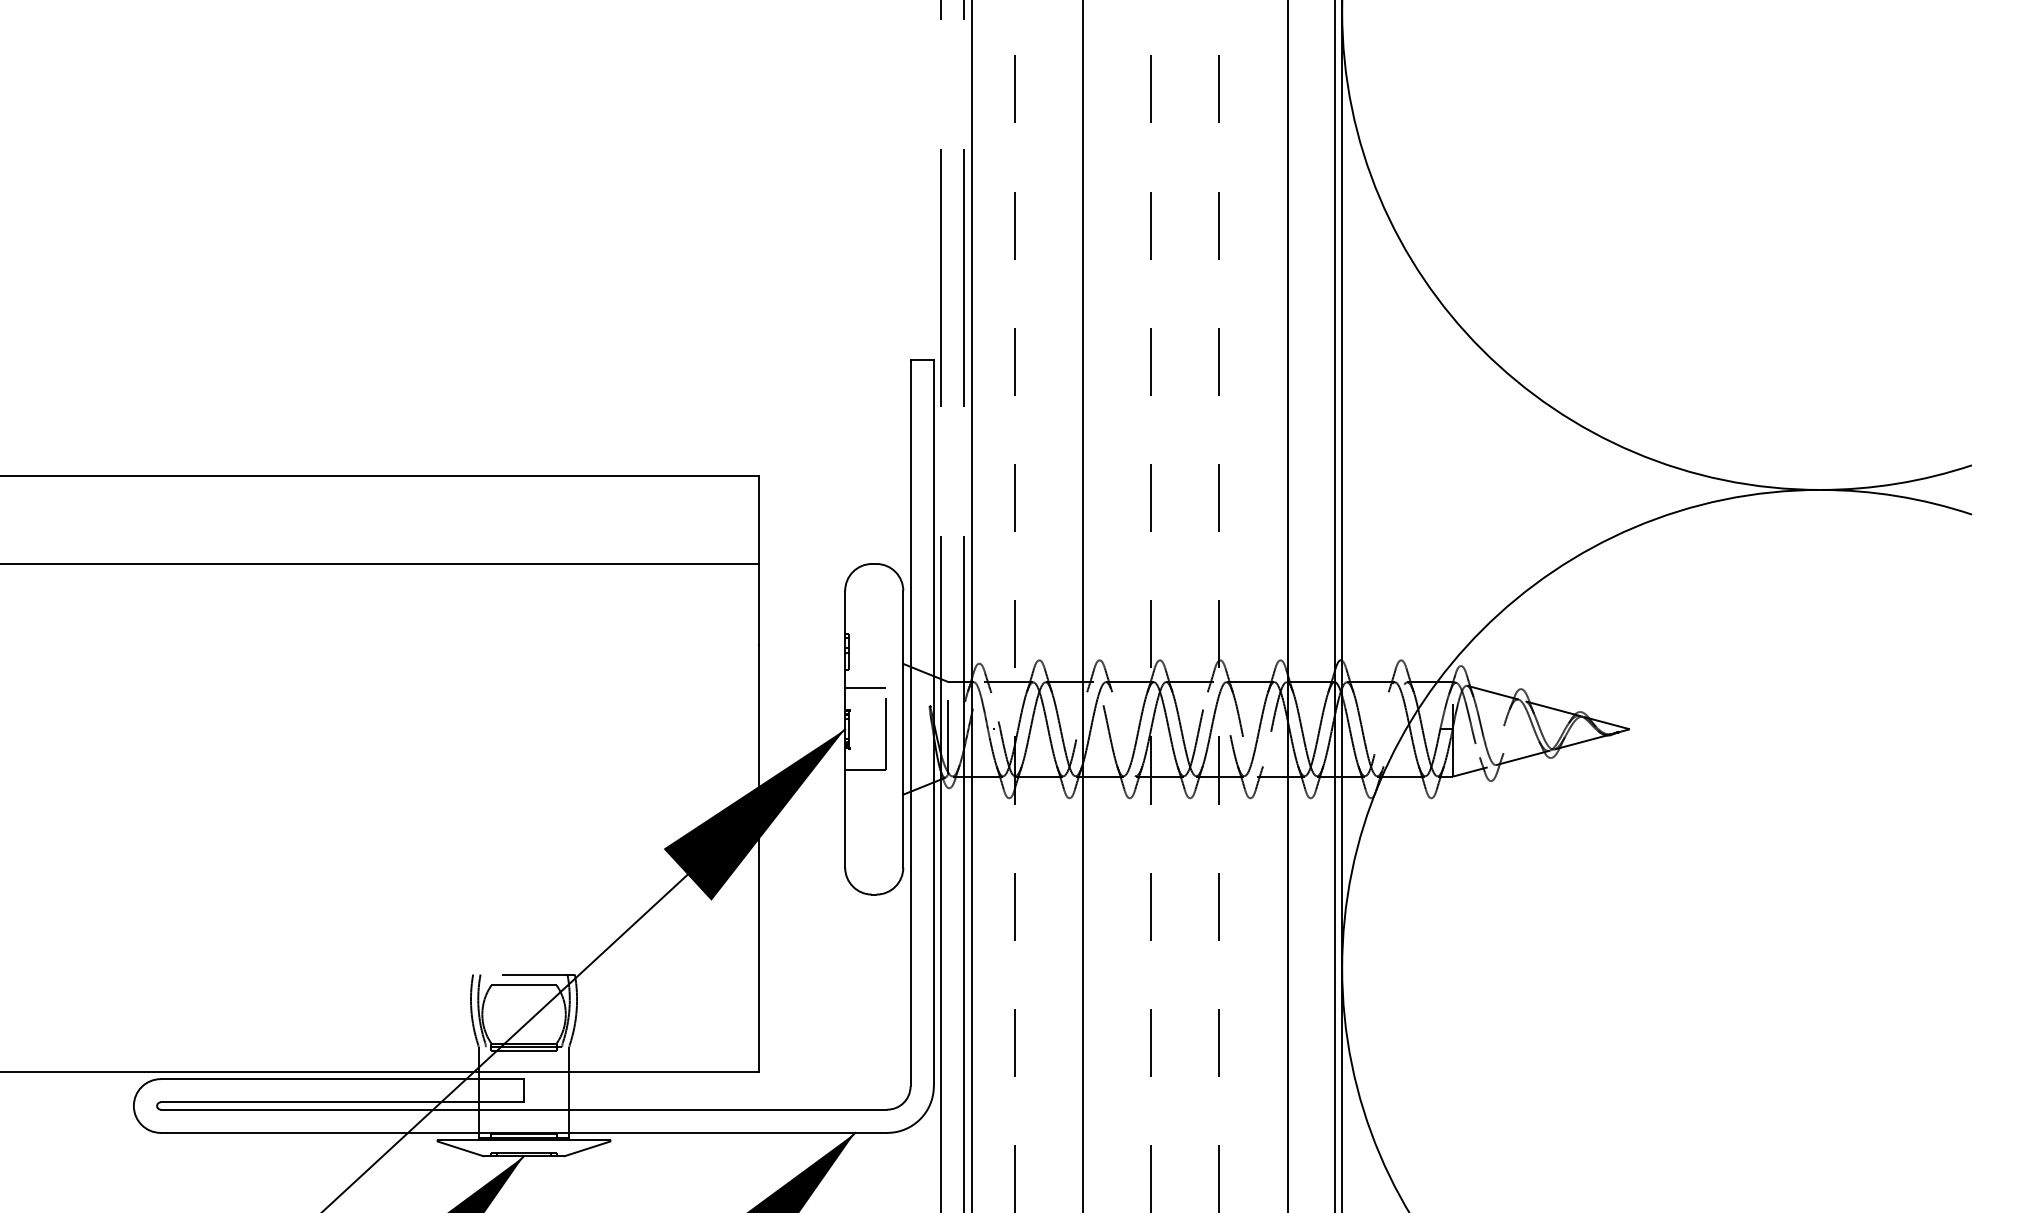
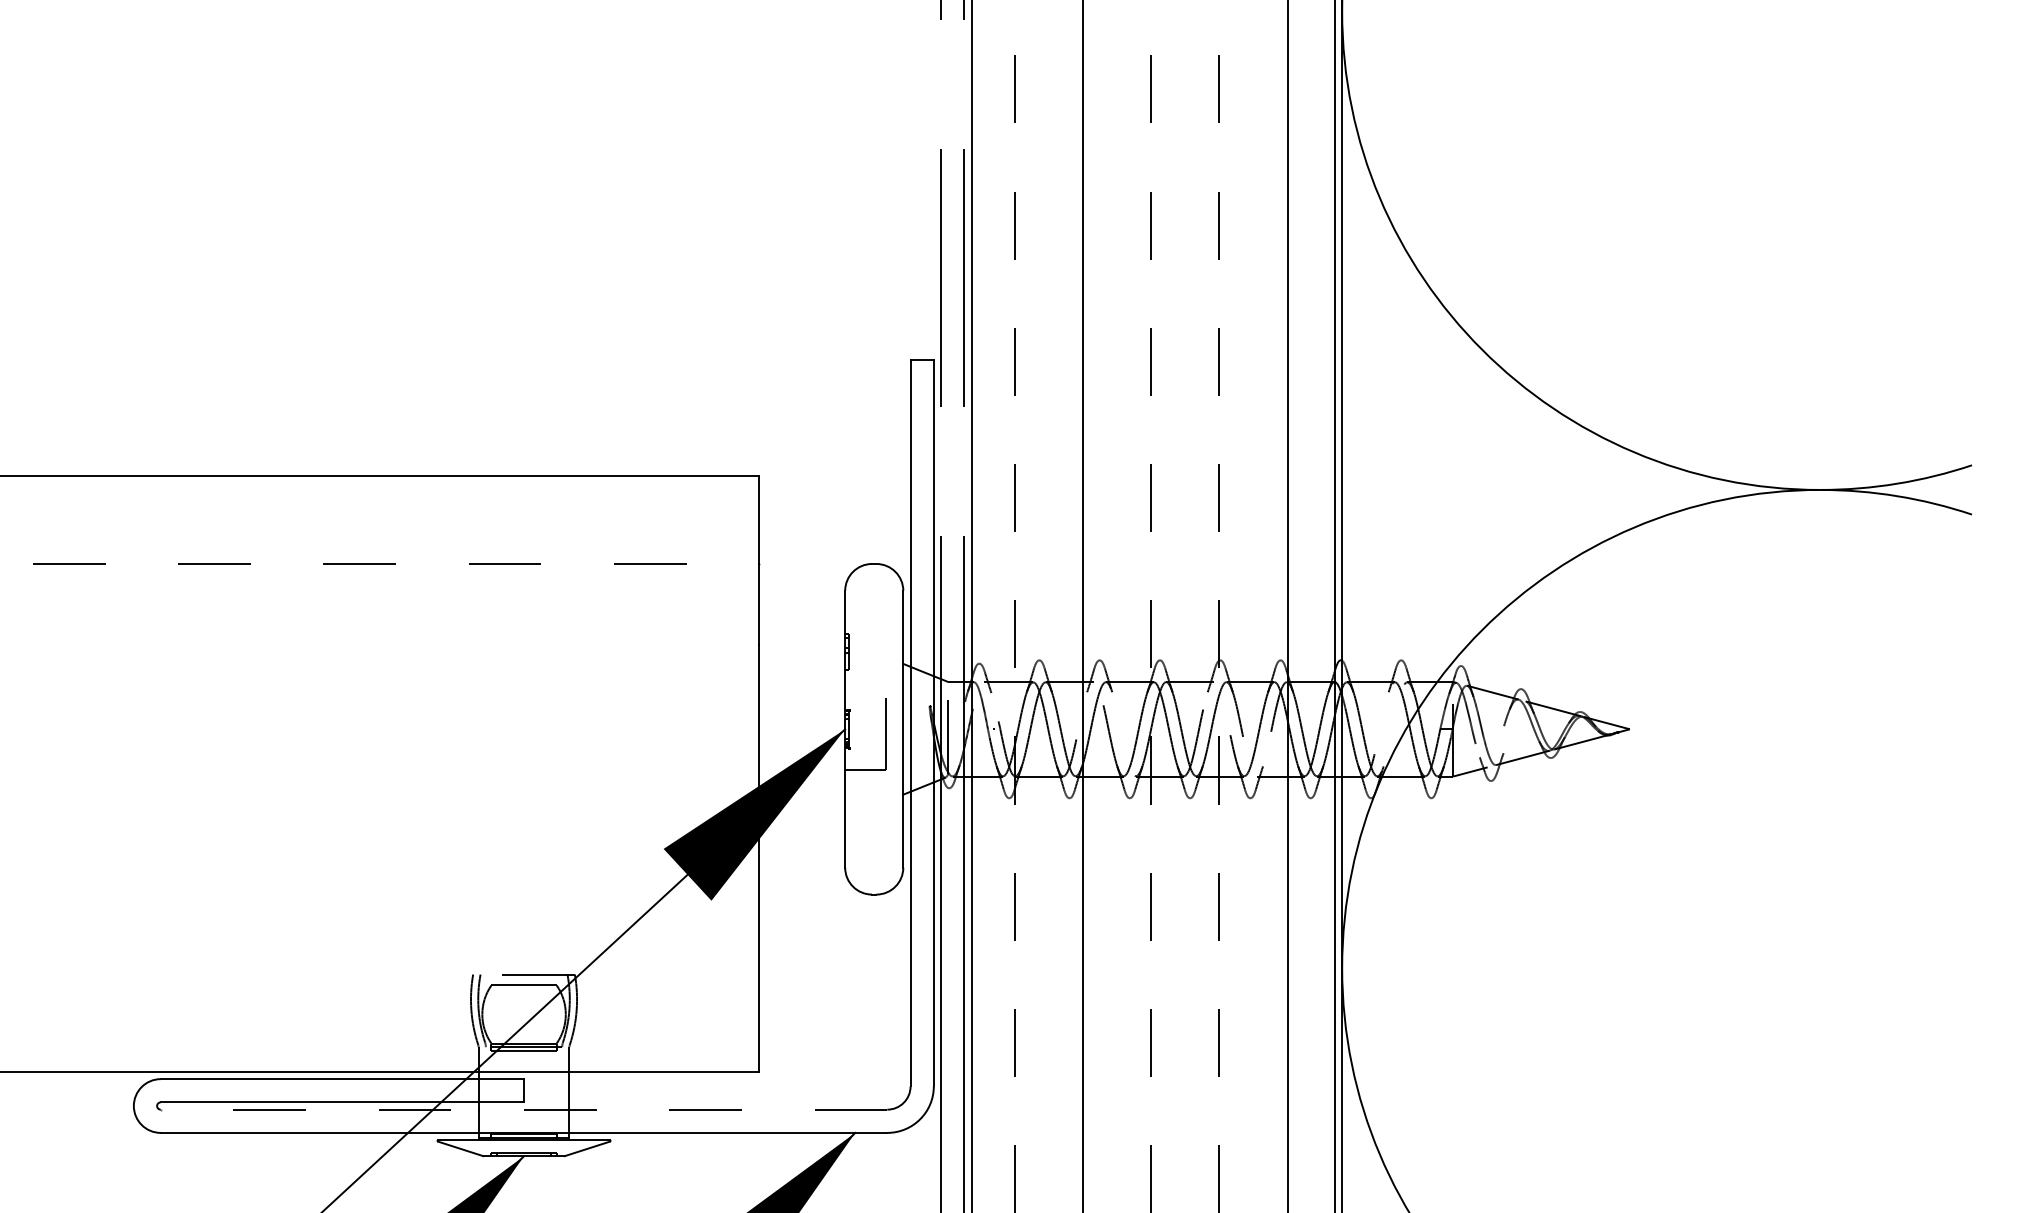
line at (380, 564): solid -> dashed
line at (865, 688): present -> none
line at (523, 1109): solid -> dashed
